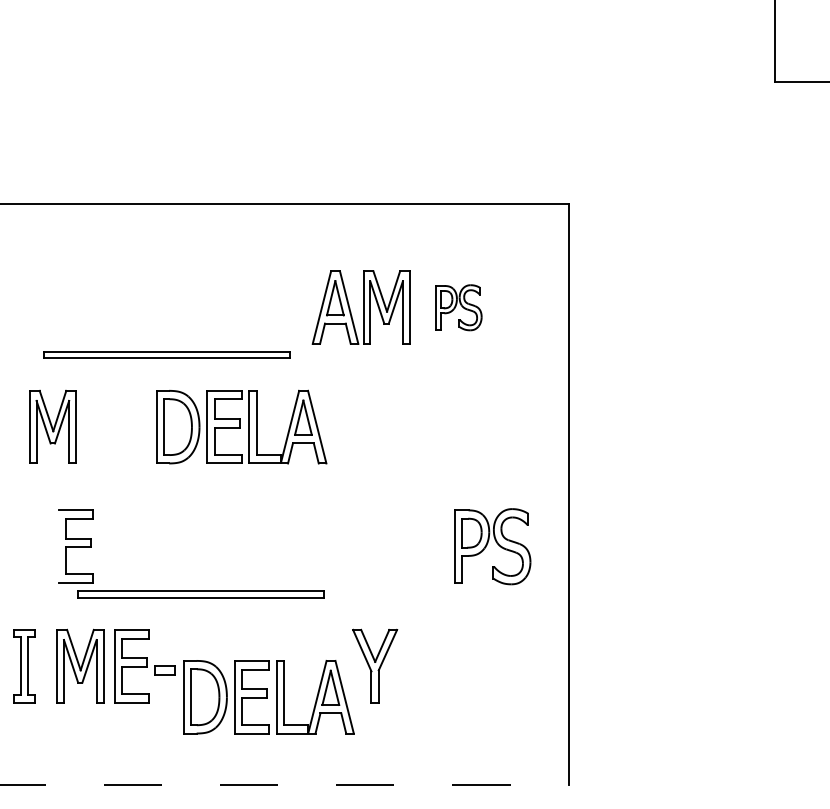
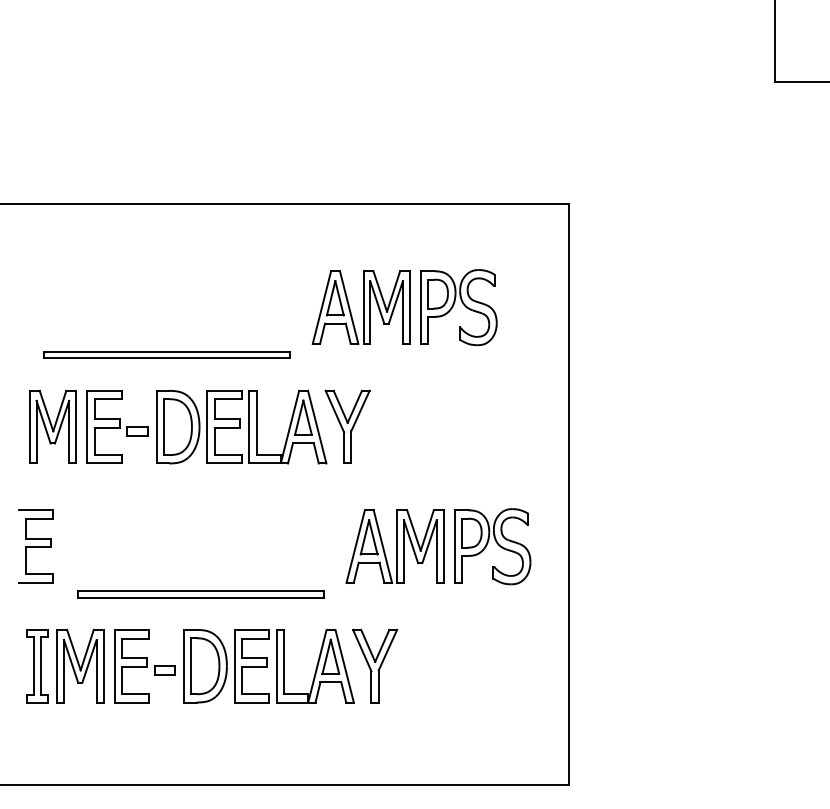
part at (458, 307) size: 48x48 px -> 78x78 px
part at (117, 426): none -> present
part at (347, 426): none -> present
part at (75, 546) position: (75, 546) -> (35, 546)
part at (394, 546): none -> present
part at (24, 666) position: (24, 666) -> (37, 666)
part at (268, 697) position: (268, 697) -> (268, 666)
line at (284, 784): dashed -> solid
